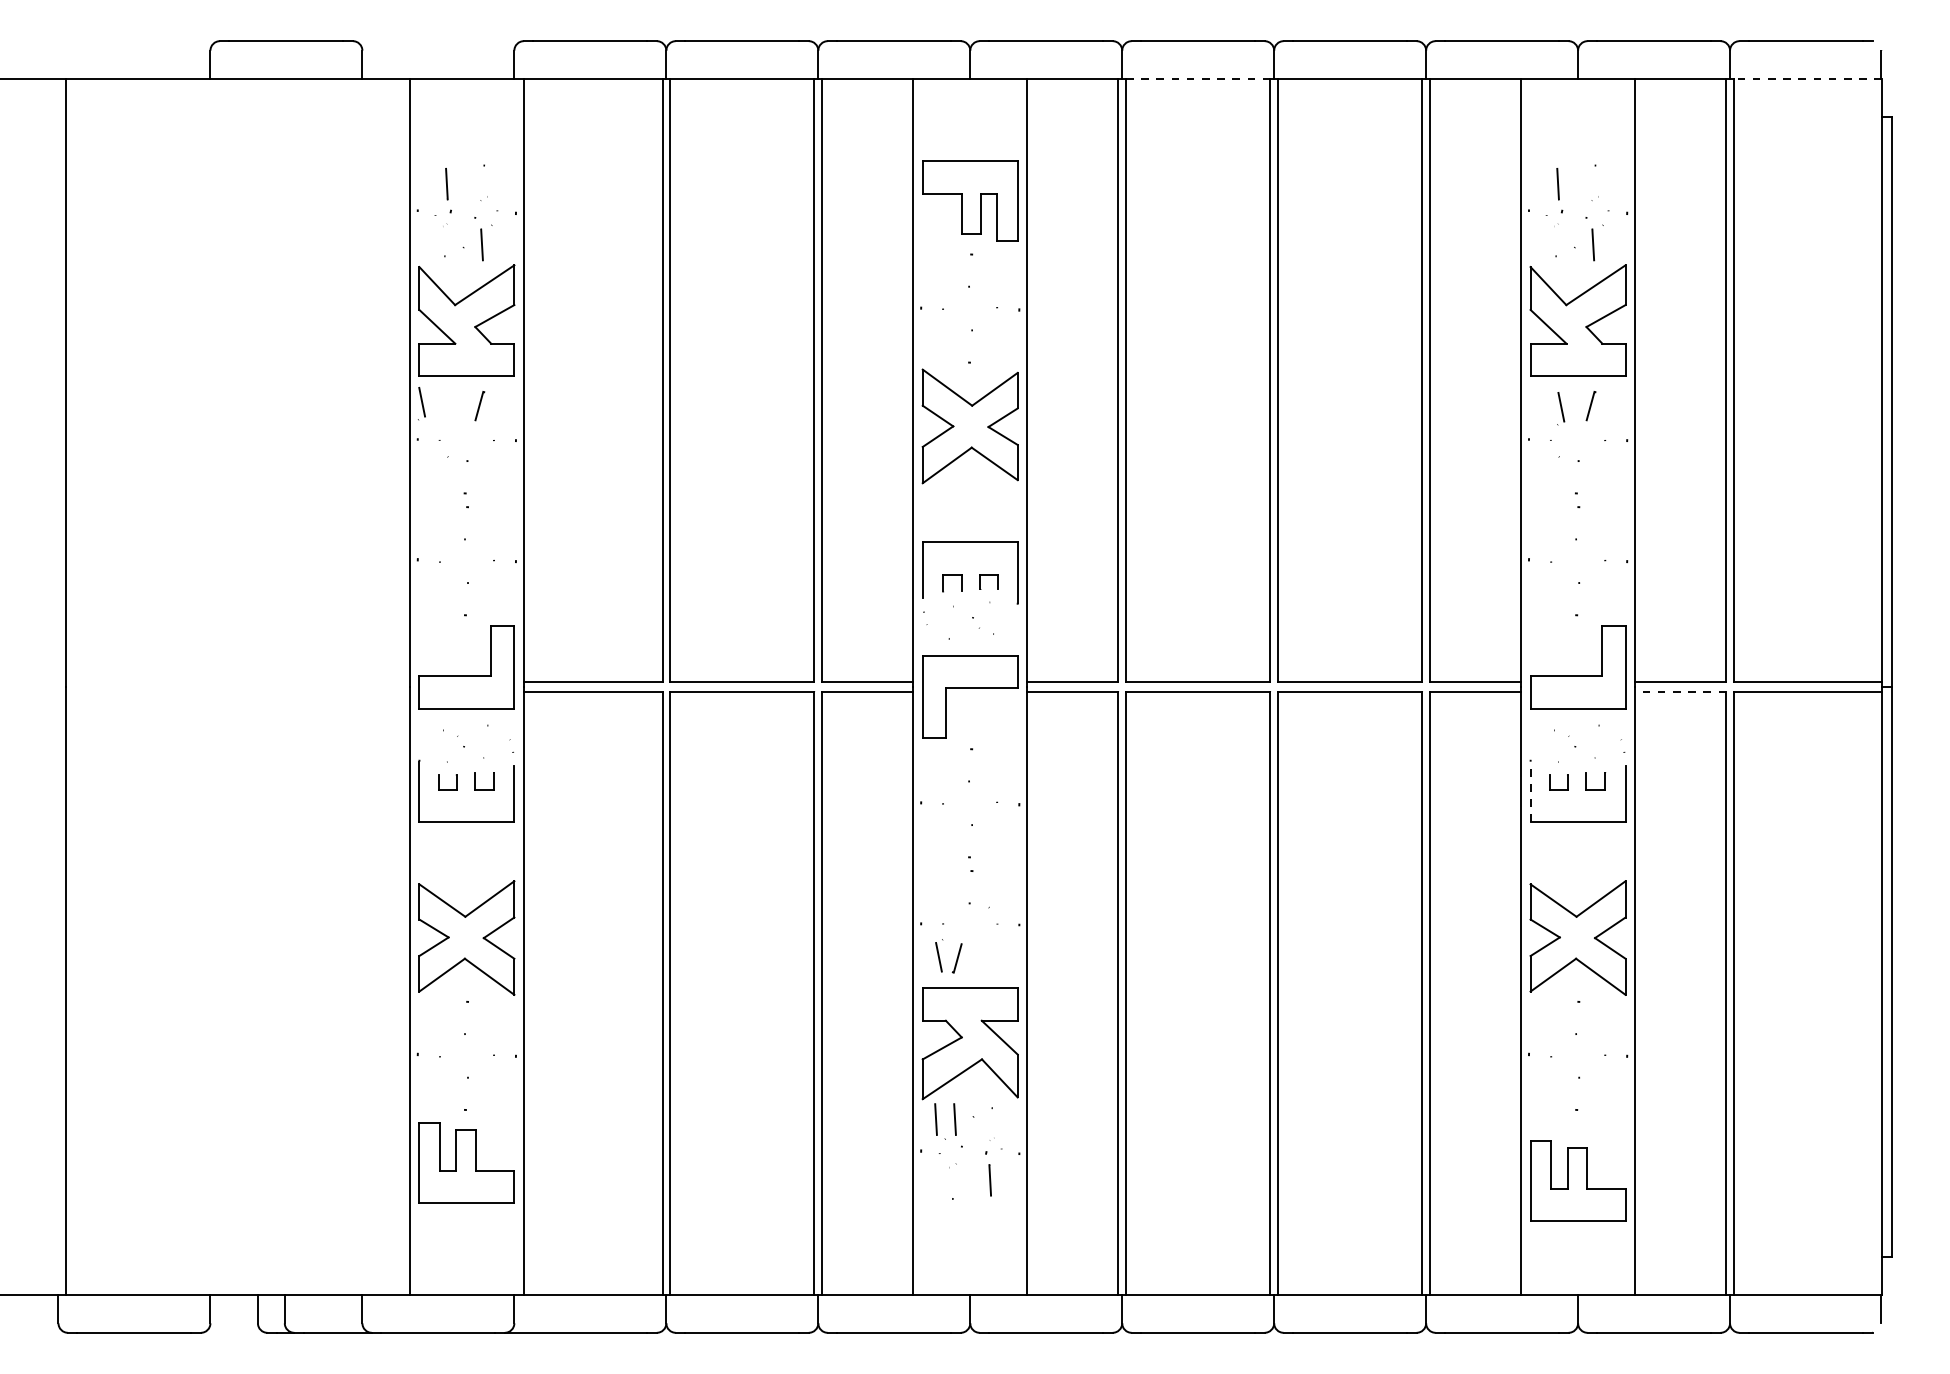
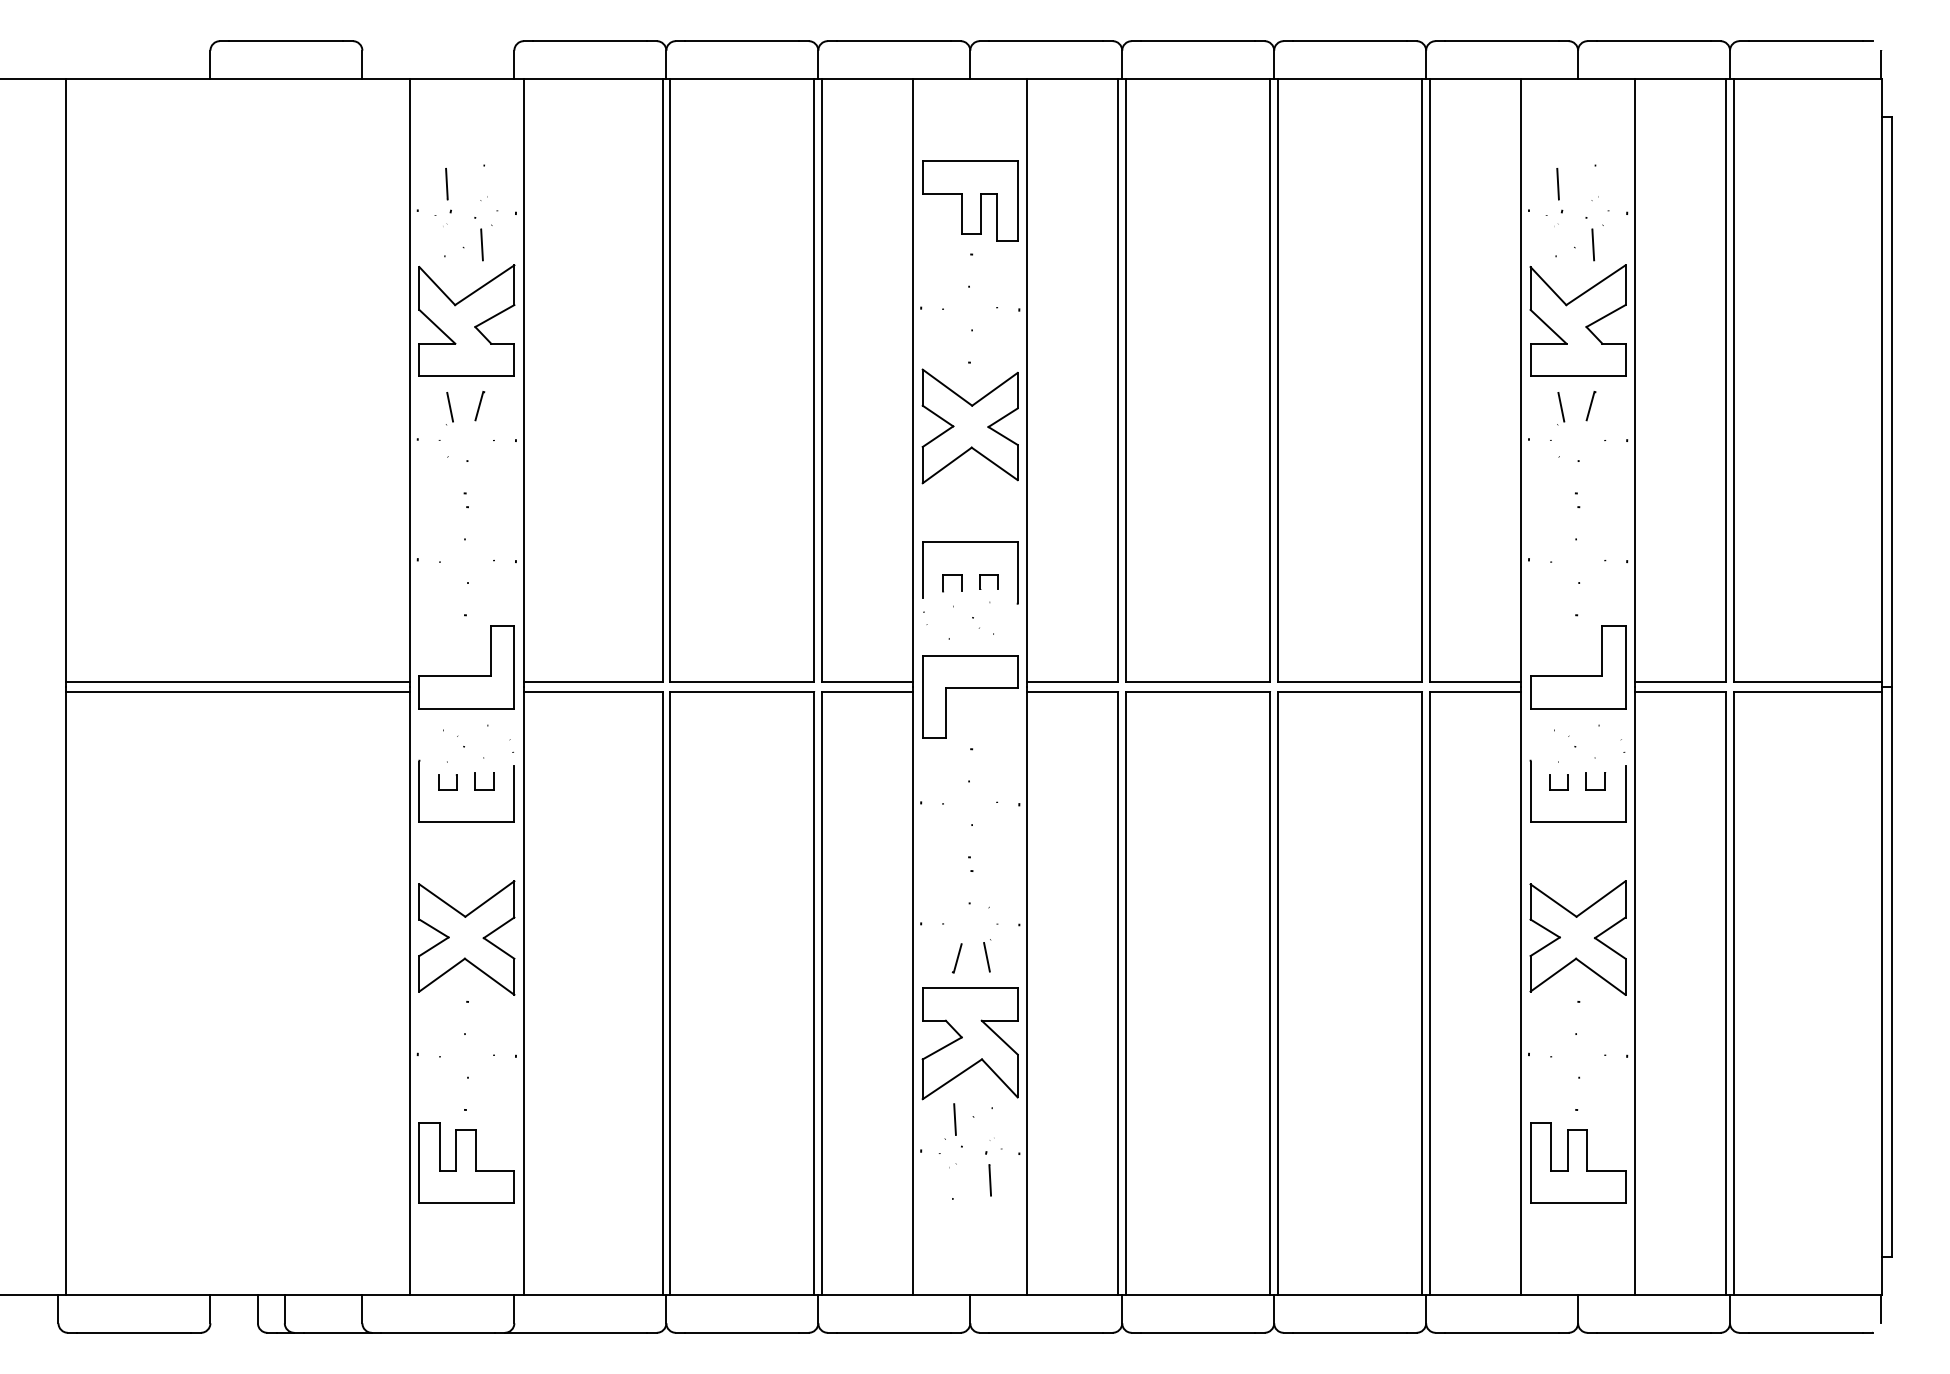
line at (1197, 79): dashed -> solid
line at (1807, 79): dashed -> solid
part at (421, 403) position: (421, 403) -> (449, 408)
line at (237, 681): none -> present
line at (237, 692): none -> present
line at (1680, 692): dashed -> solid
line at (1530, 791): dashed -> solid
part at (939, 955) position: (939, 955) -> (987, 955)
line at (935, 1119): present -> none
part at (1578, 1180) position: (1578, 1180) -> (1578, 1162)
